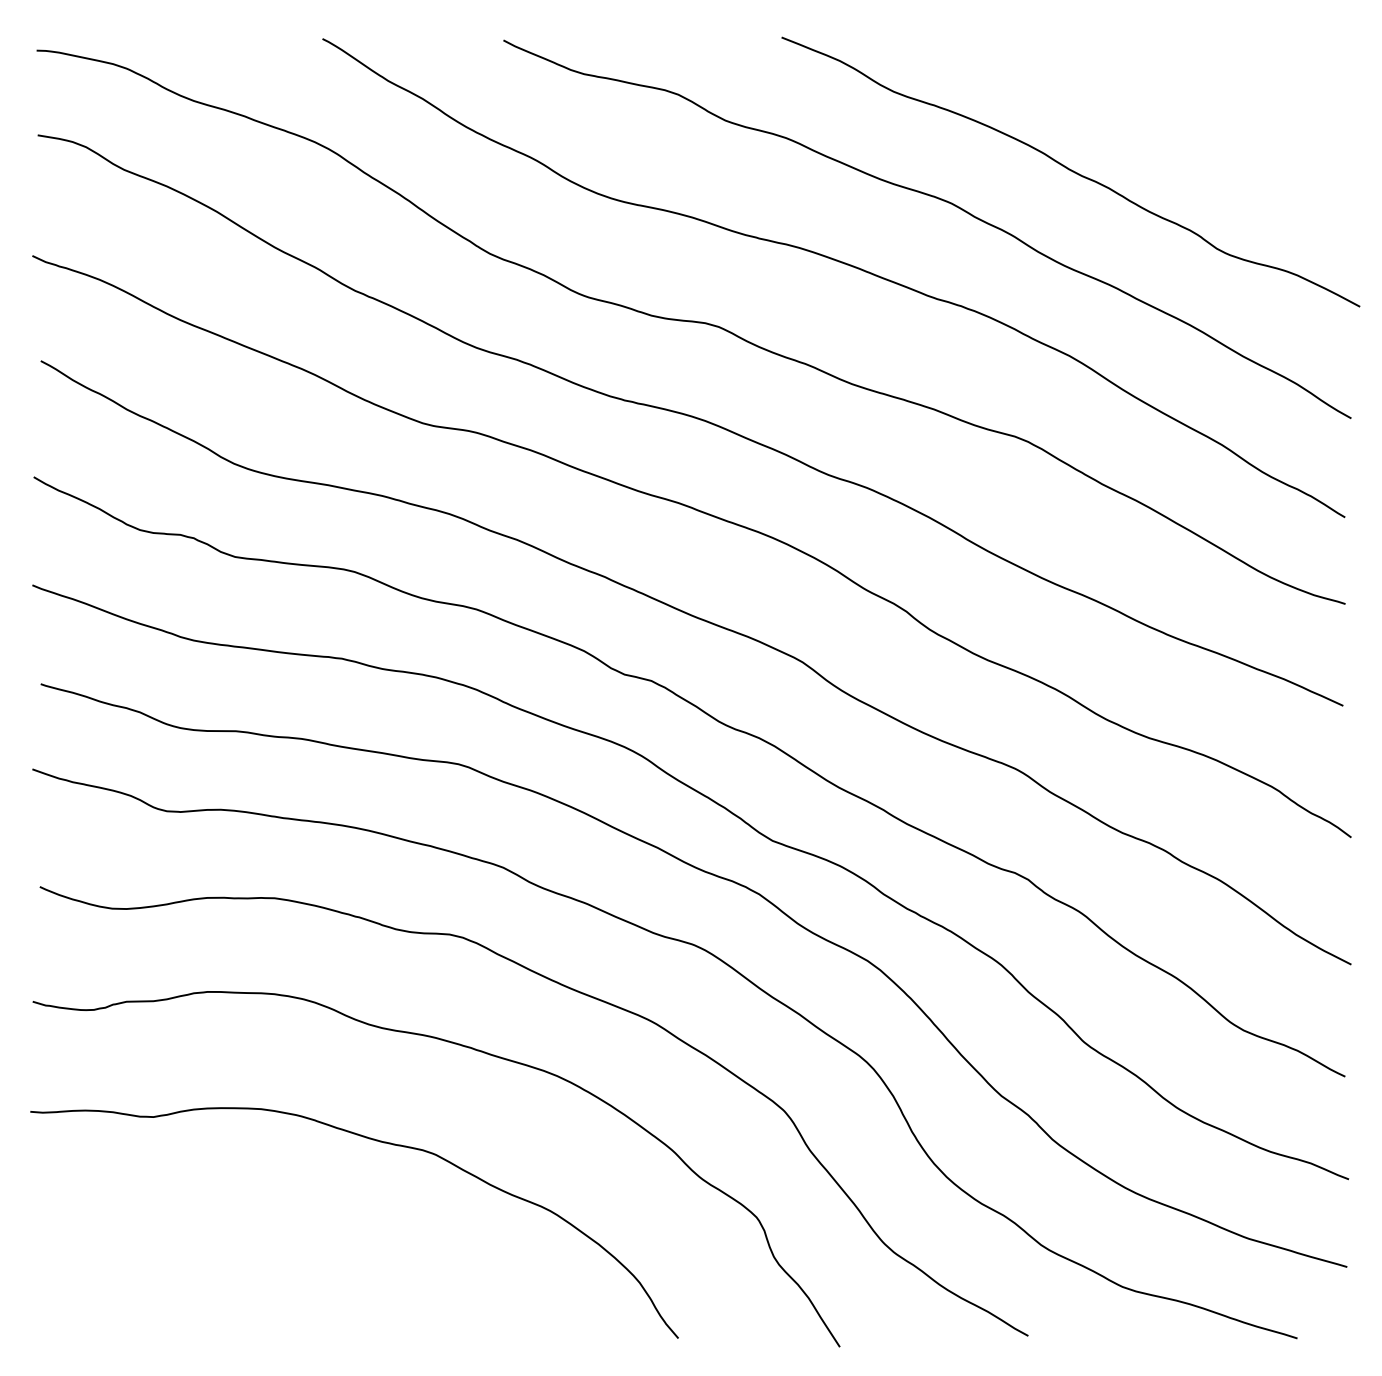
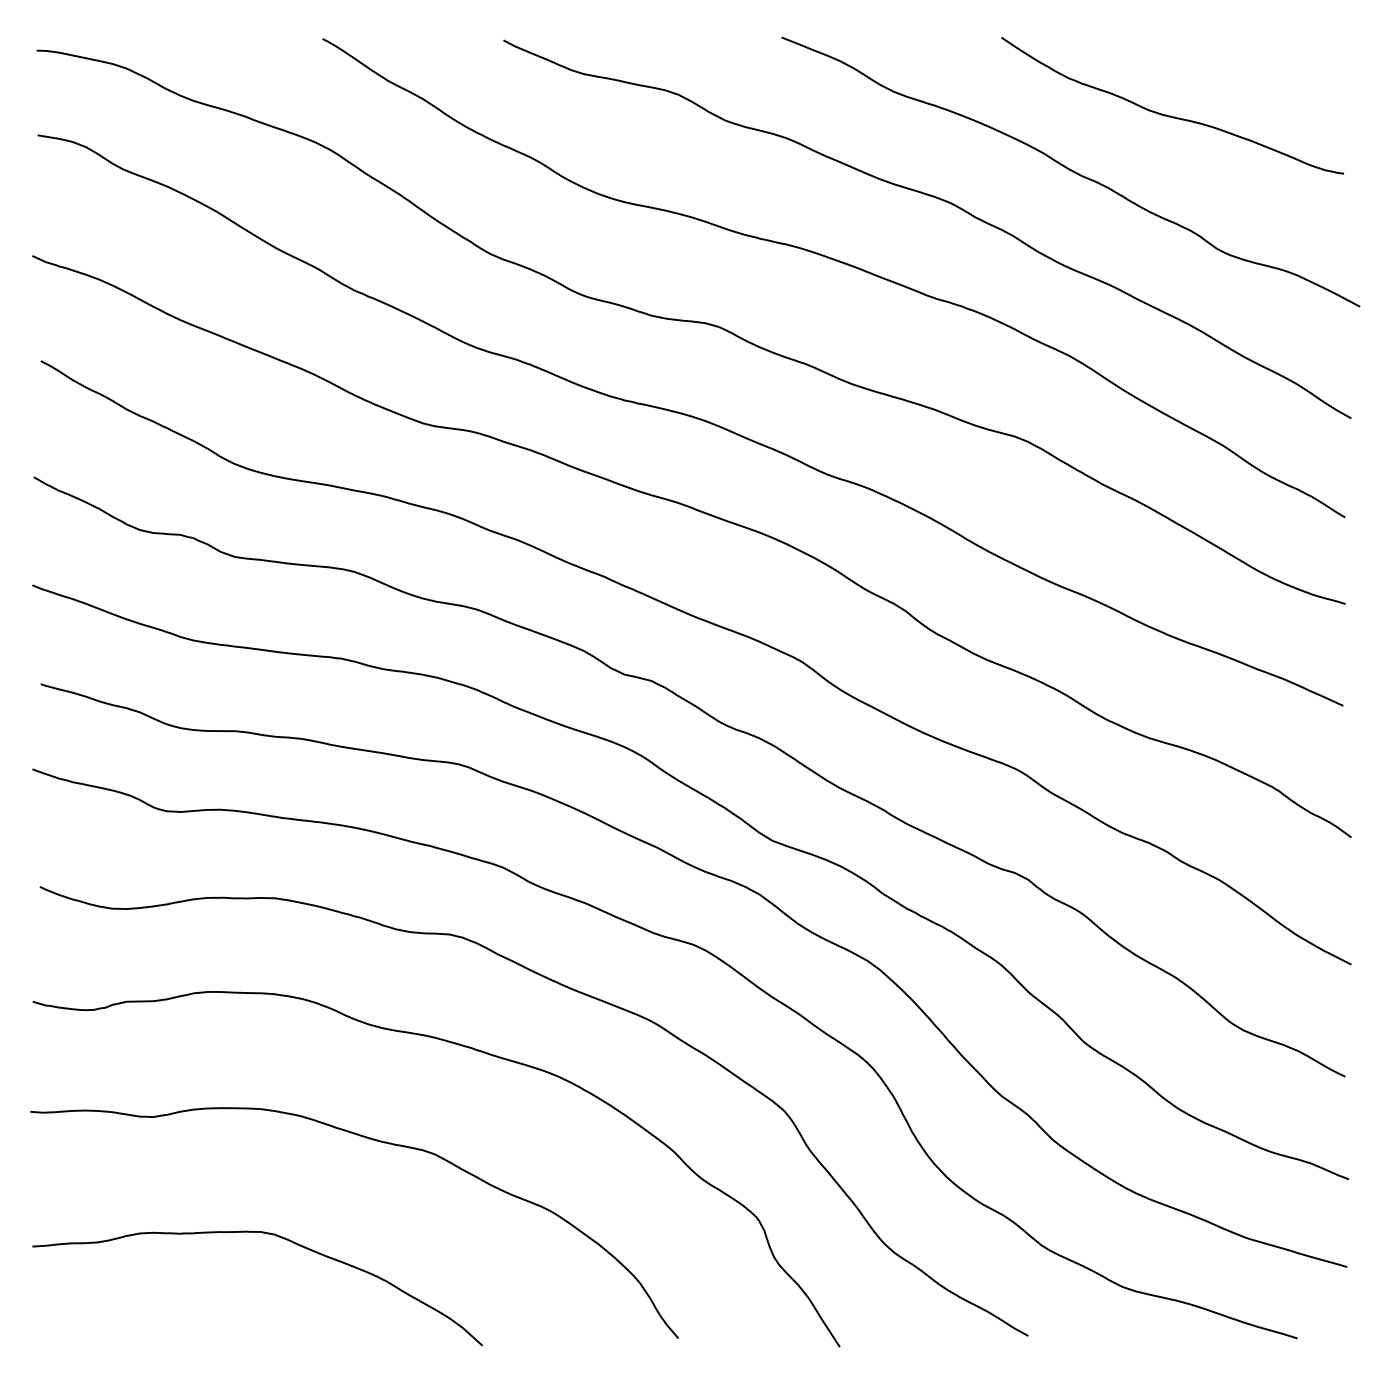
curve at (1170, 115): none -> present
curve at (267, 1234): none -> present
